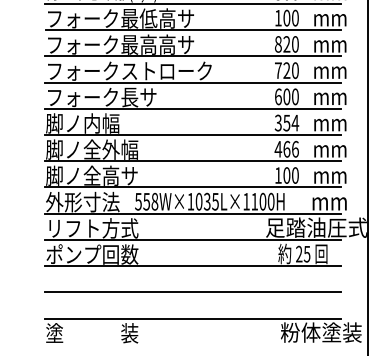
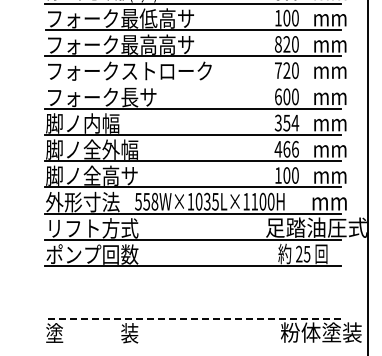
line at (192, 82): present -> none
line at (192, 292): present -> none
line at (192, 318): solid -> dashed
